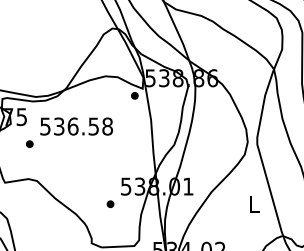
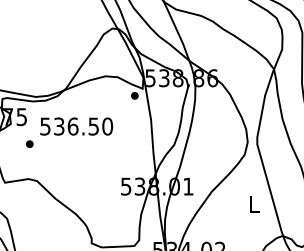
text at (107, 126): 536.58 -> 536.50
part at (110, 204): present -> none
